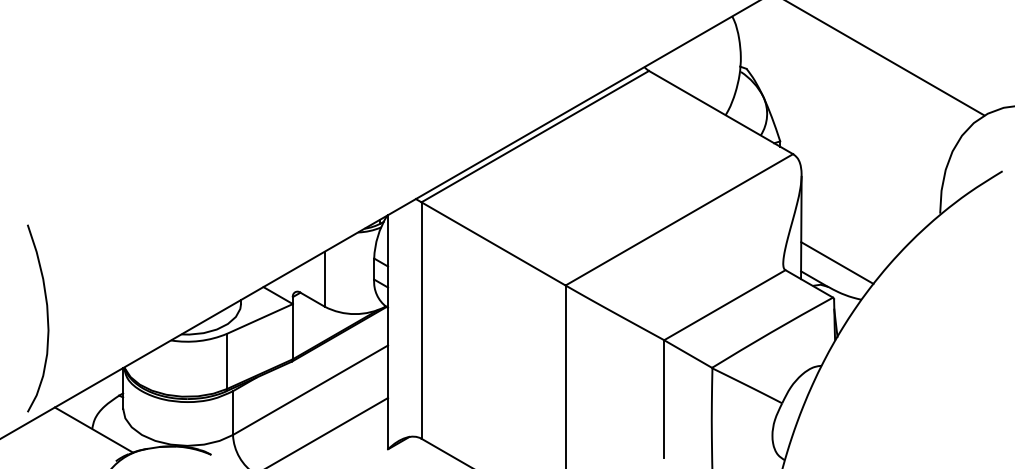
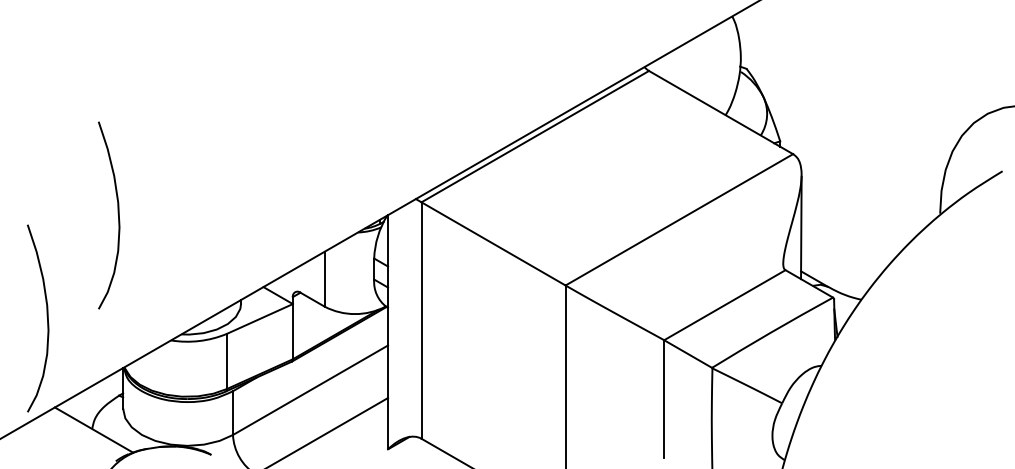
line at (886, 58): present -> none
curve at (117, 213): none -> present
line at (837, 262): present -> none
